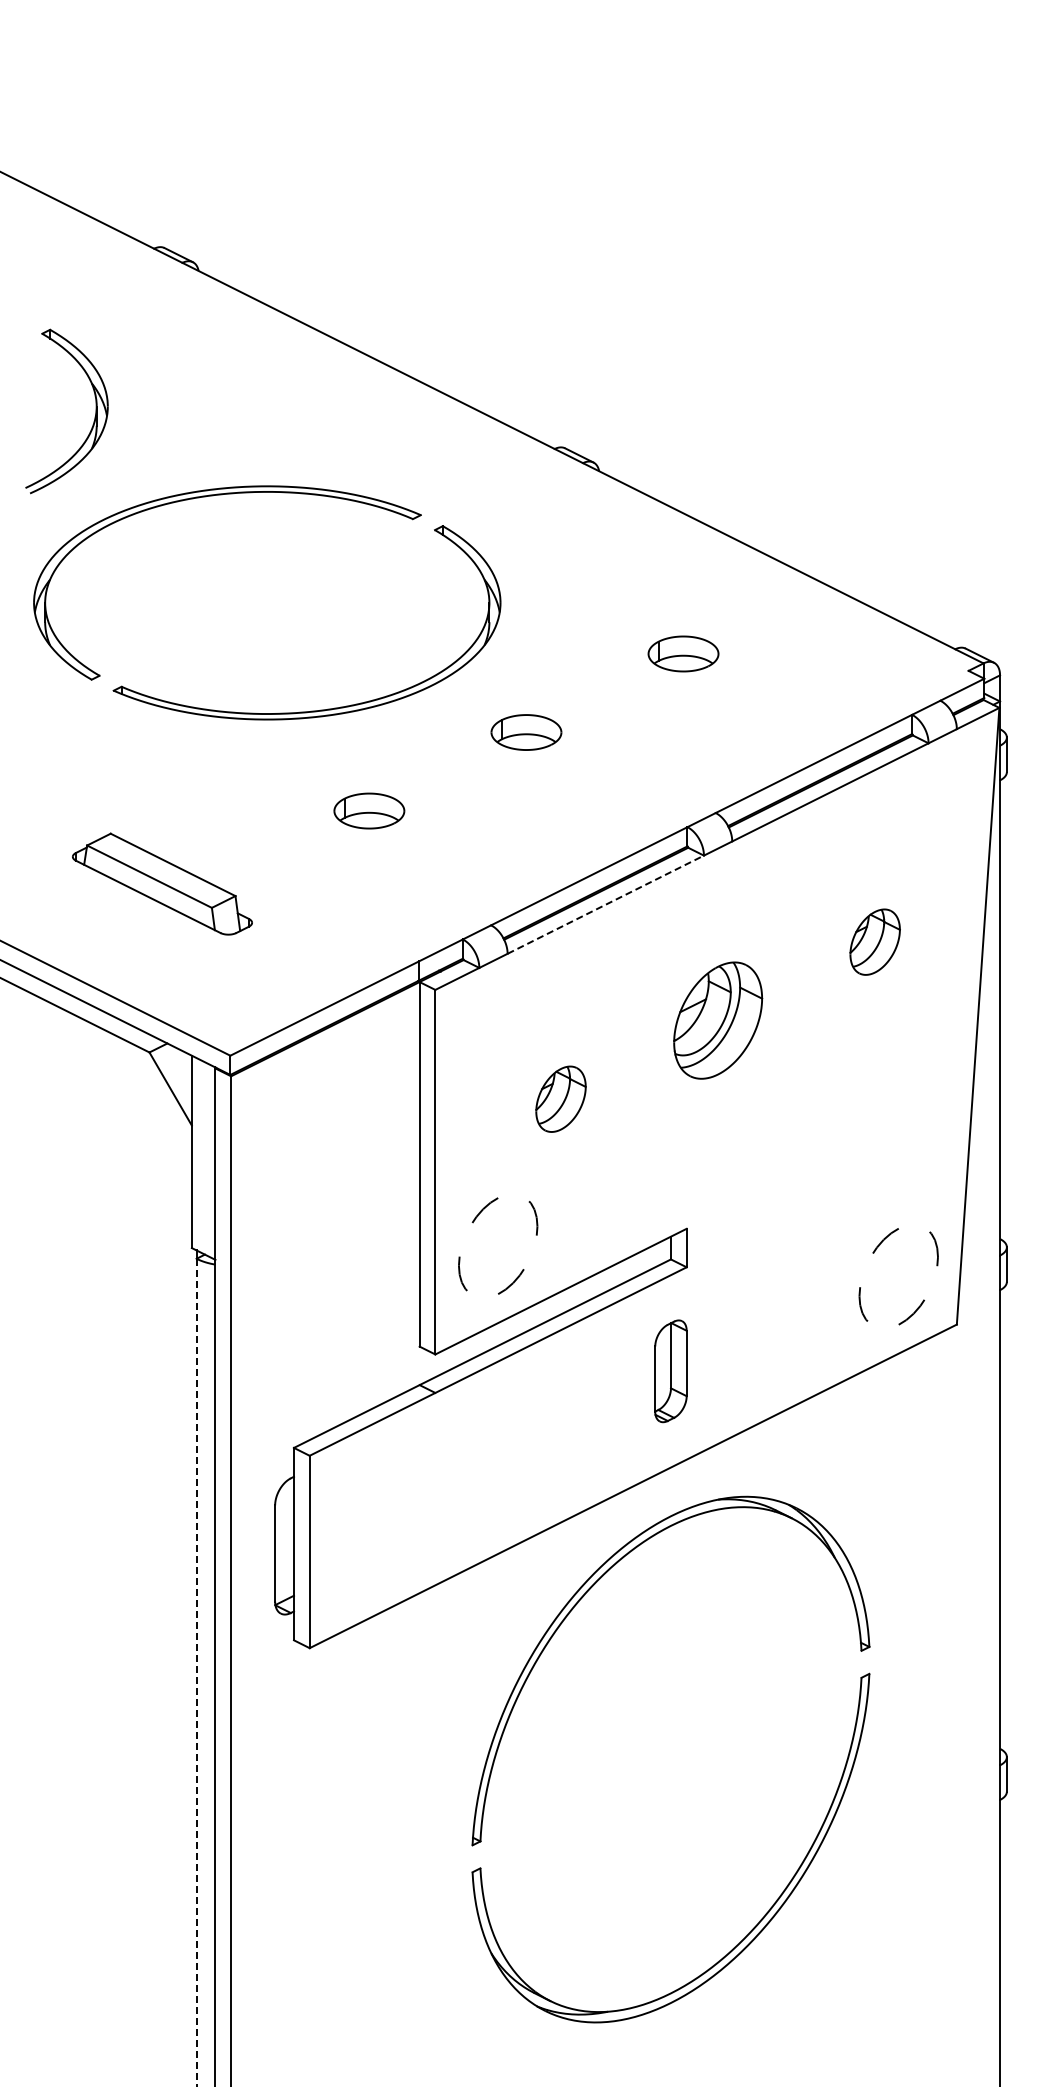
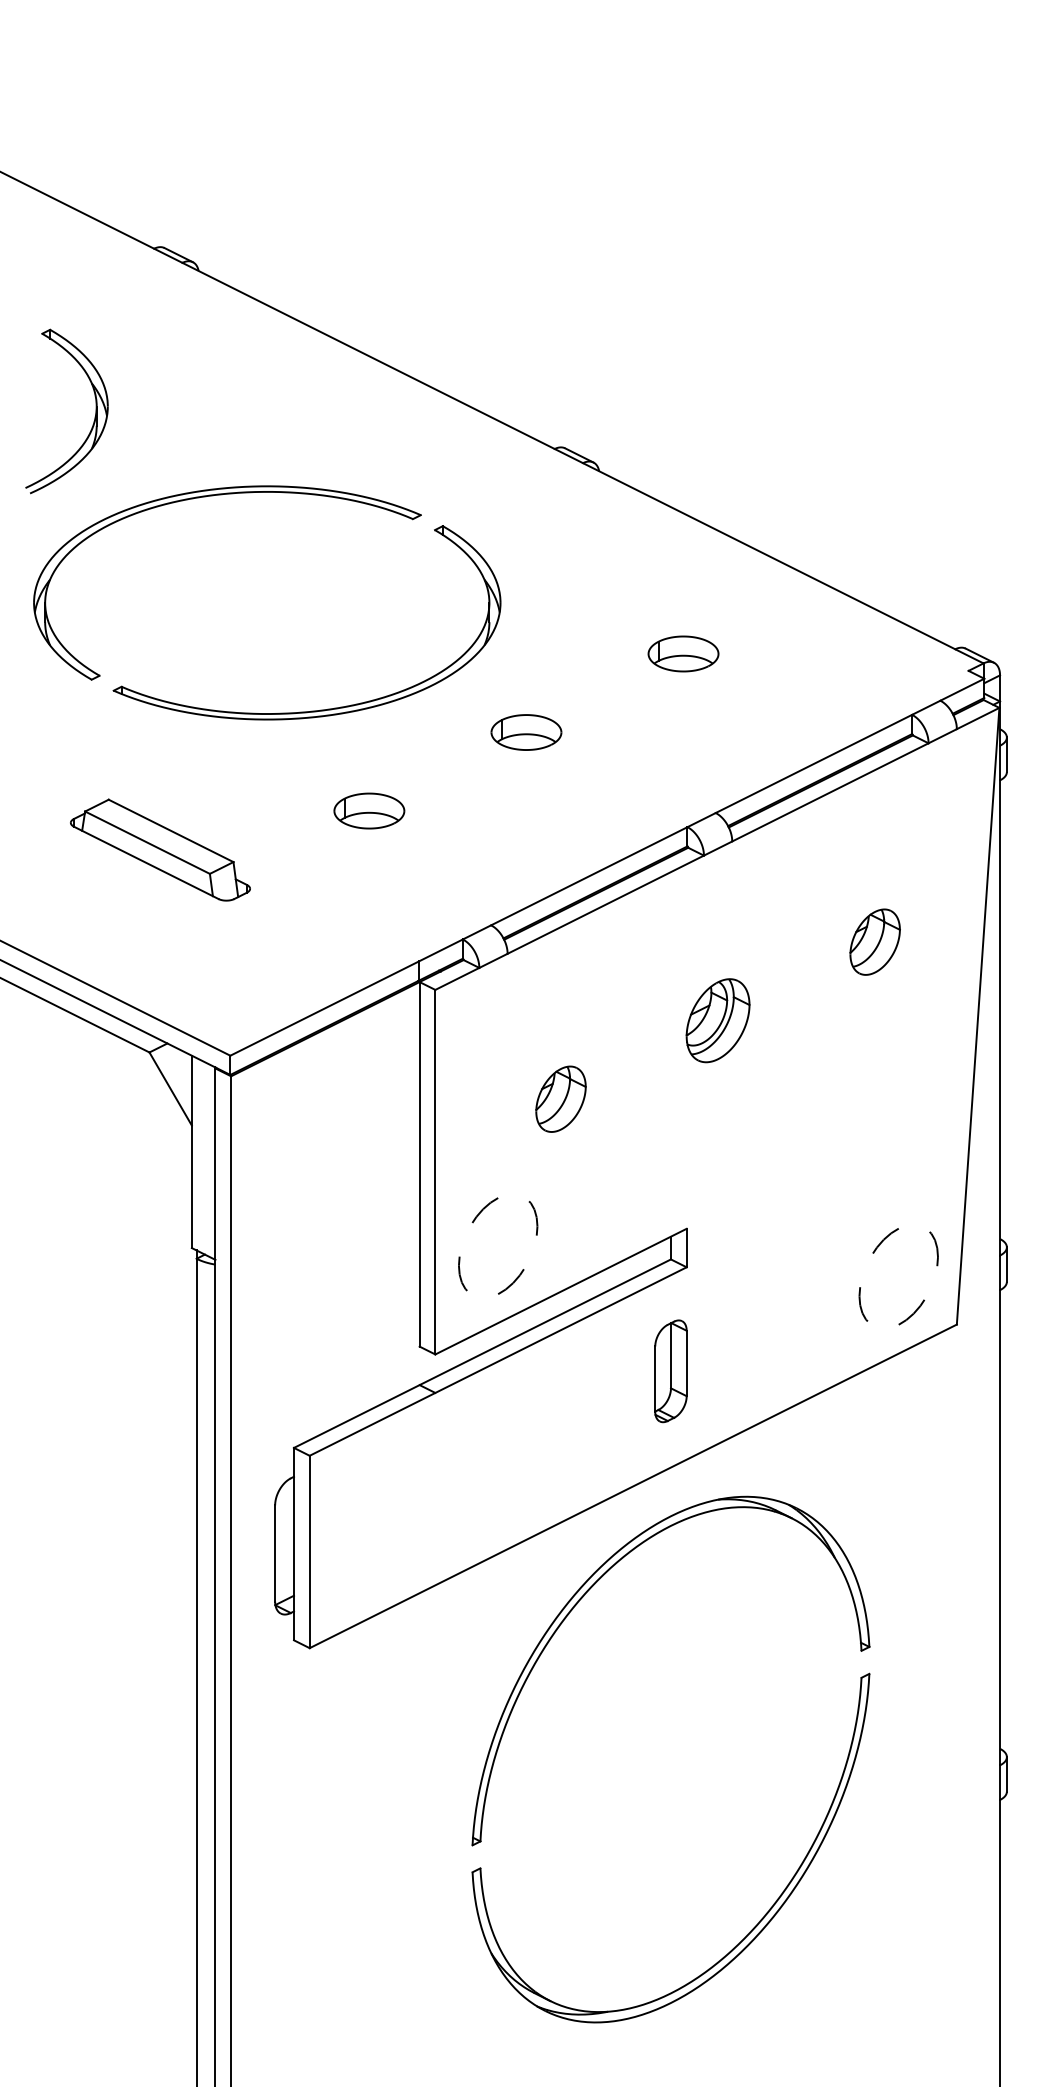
part at (162, 883) position: (162, 883) -> (160, 849)
line at (605, 904): dashed -> solid
part at (718, 1020) size: 91x119 px -> 66x86 px
line at (196, 1672): dashed -> solid
